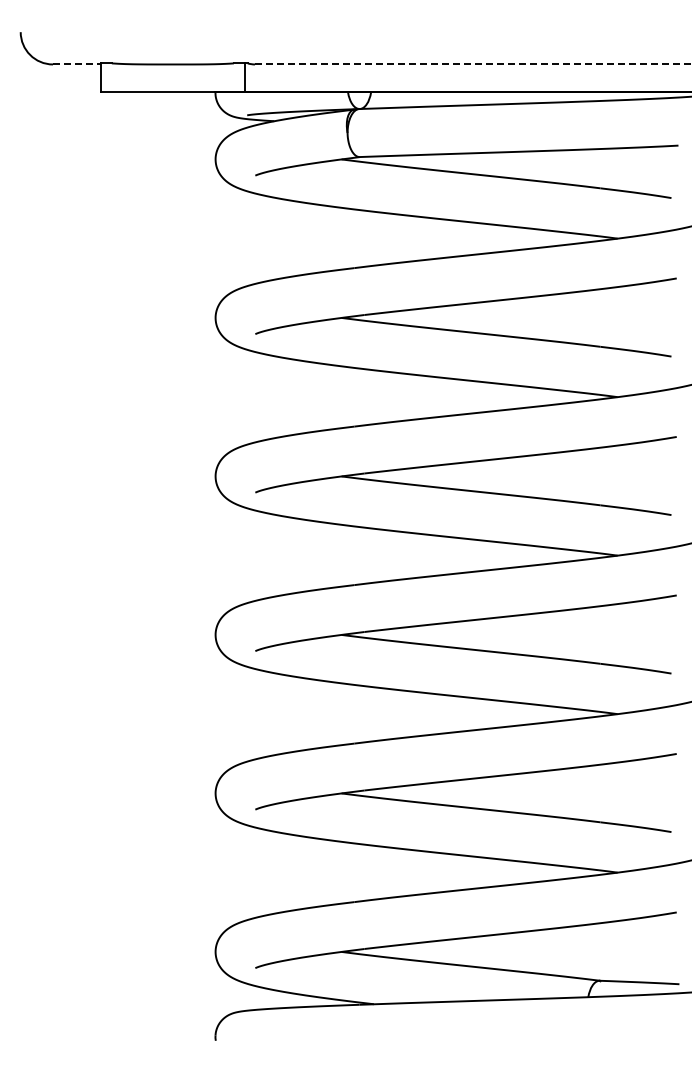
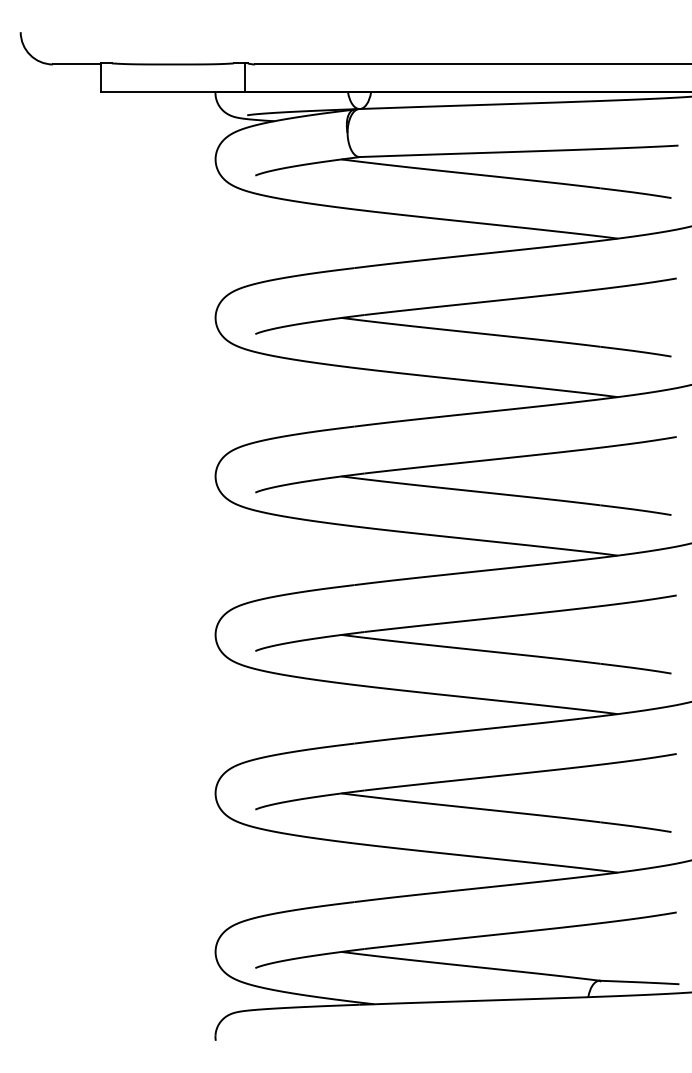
line at (76, 64): dashed -> solid
line at (473, 64): dashed -> solid
